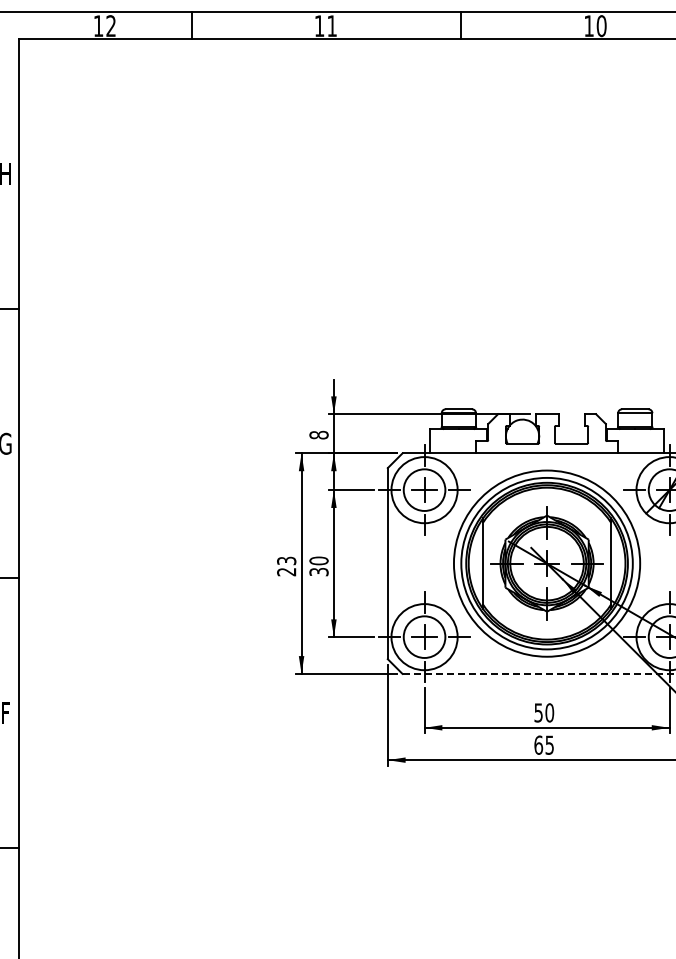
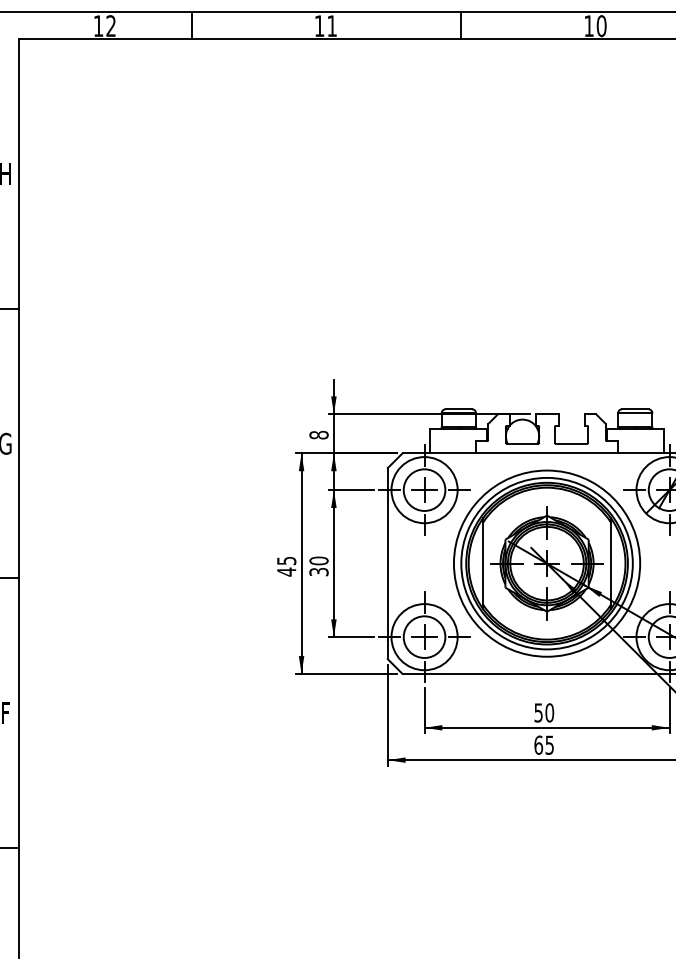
text at (286, 566): 23 -> 45
line at (539, 673): dashed -> solid
